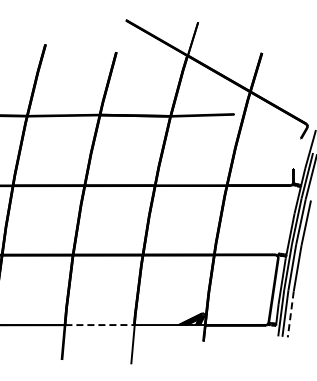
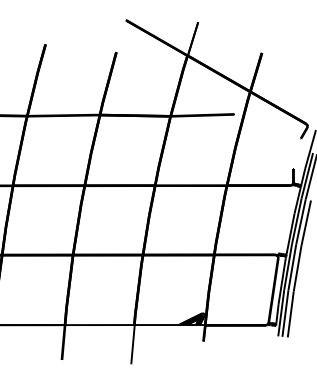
line at (290, 314): dashed -> solid
line at (100, 325): dashed -> solid
